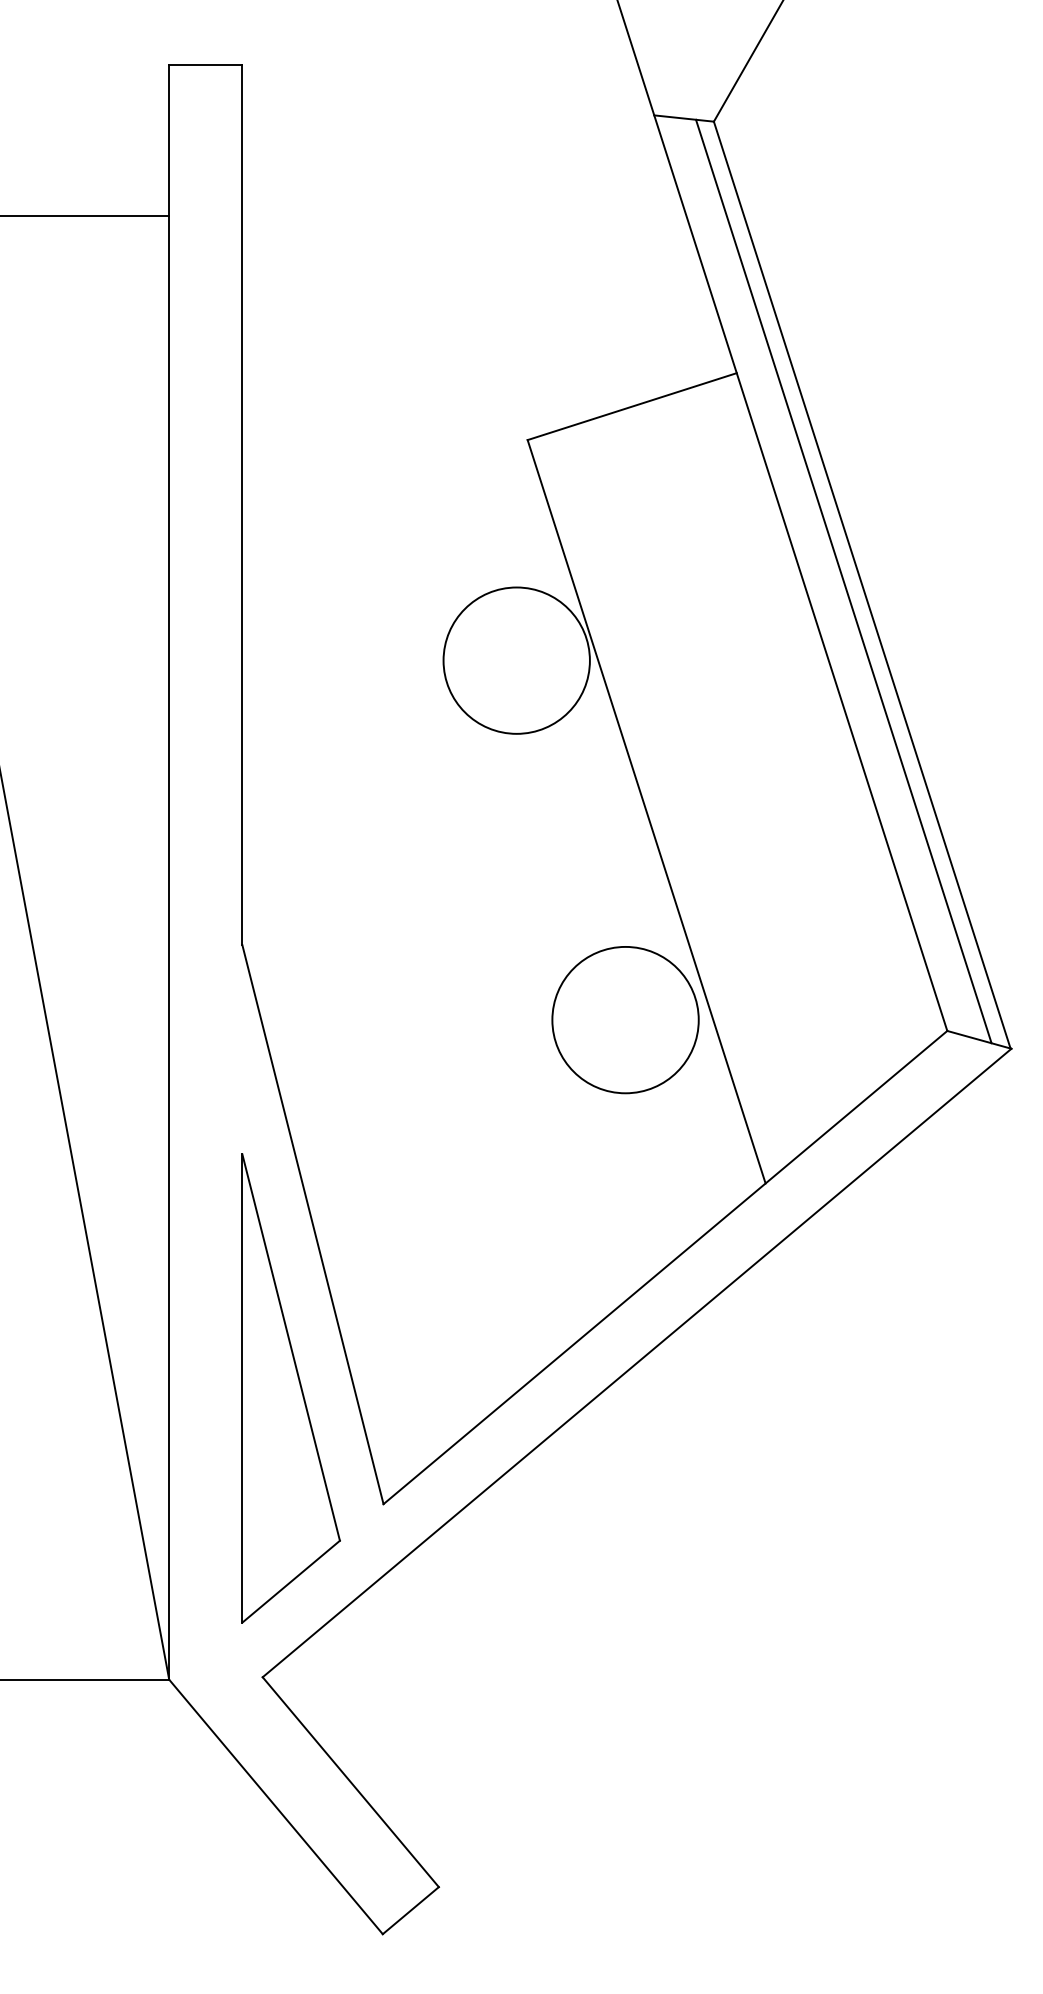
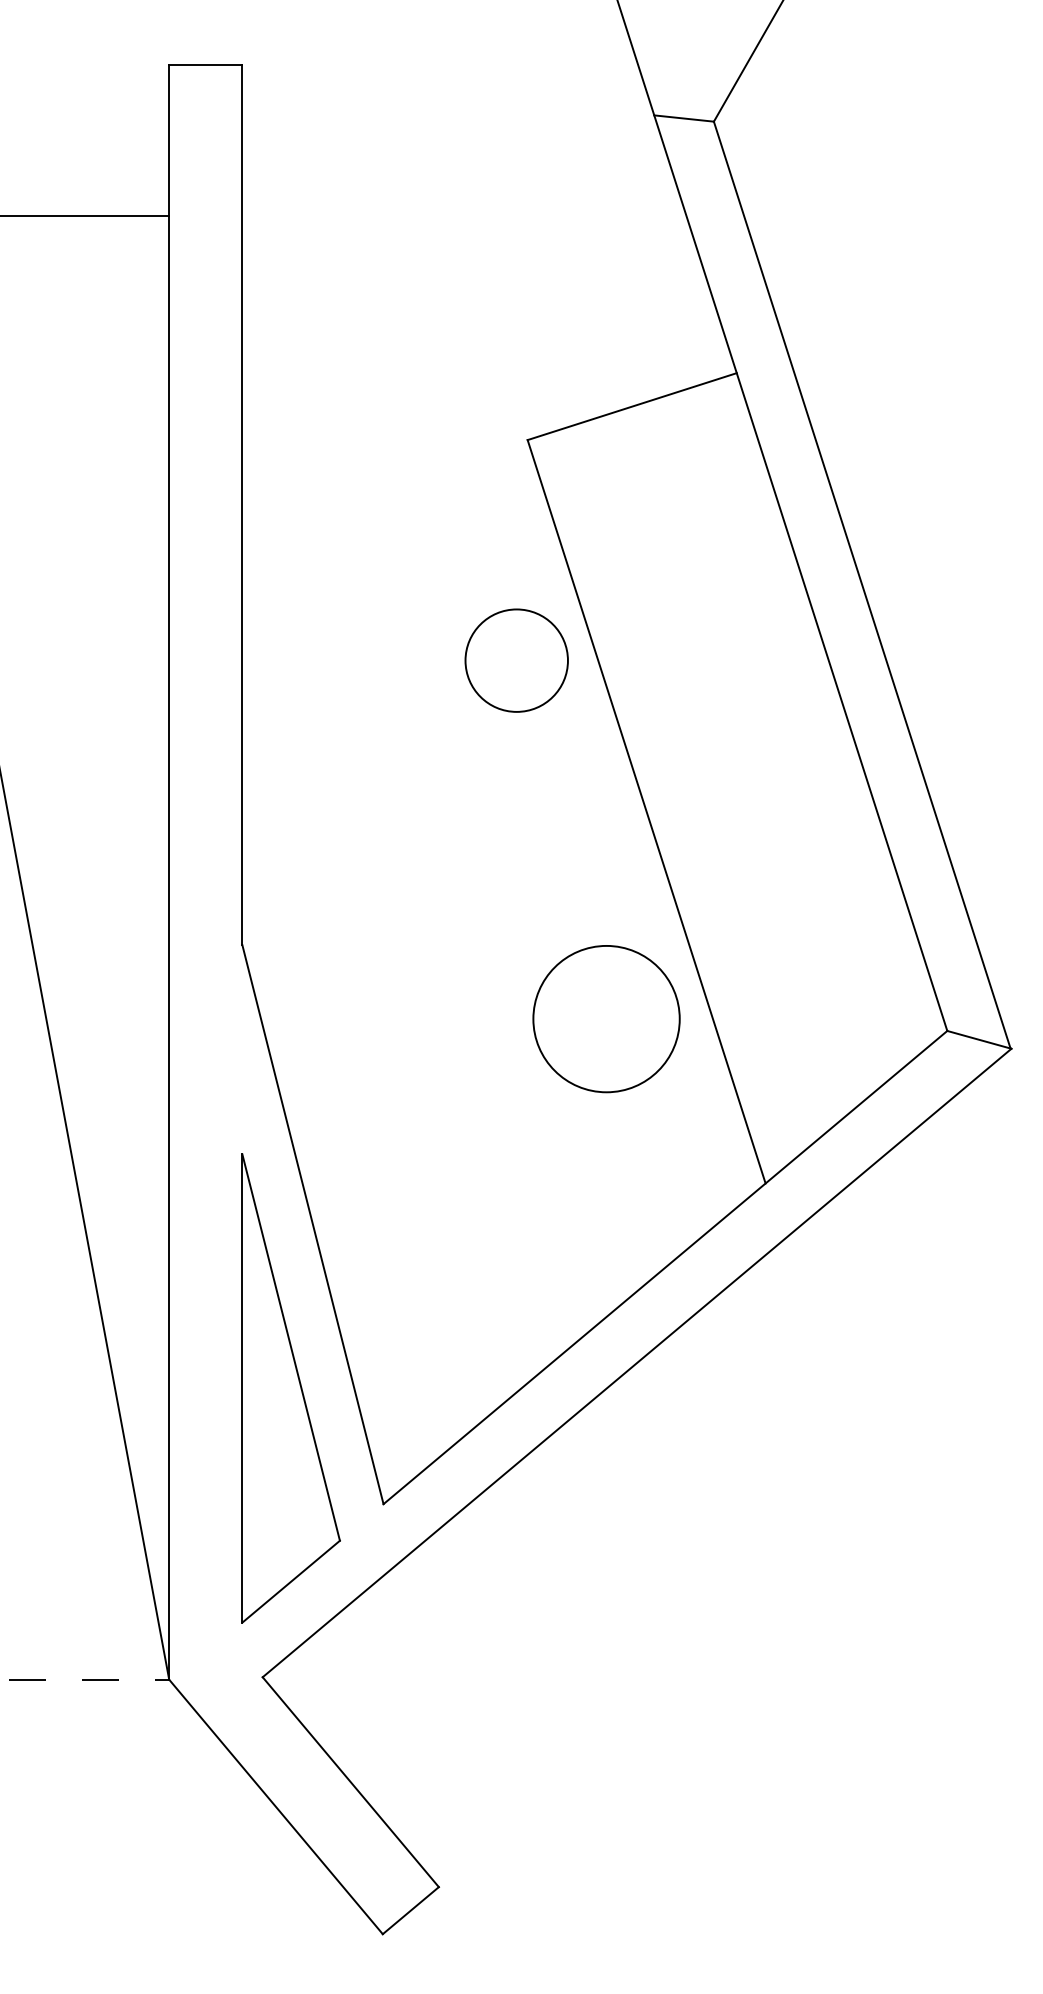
line at (843, 581): present -> none
circle at (516, 660) diameter: 146 px -> 102 px
circle at (625, 1020) position: (625, 1020) -> (606, 1019)
line at (85, 1679): solid -> dashed
